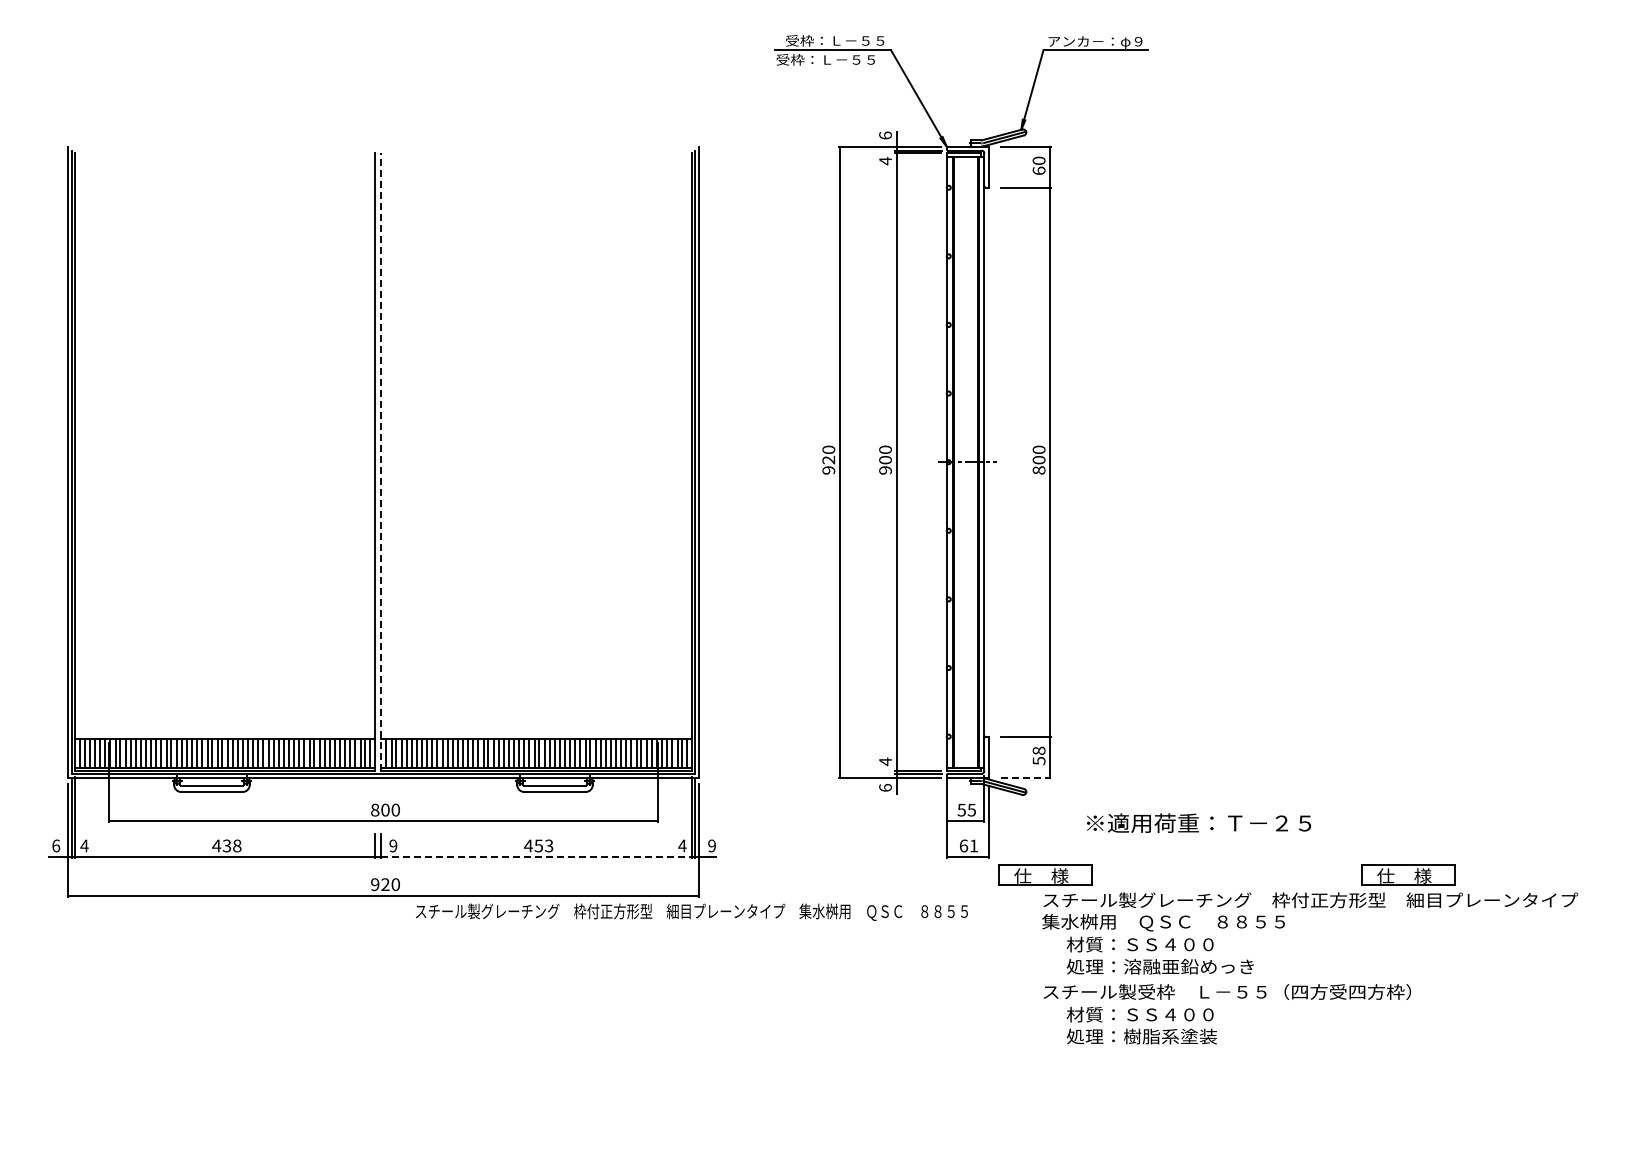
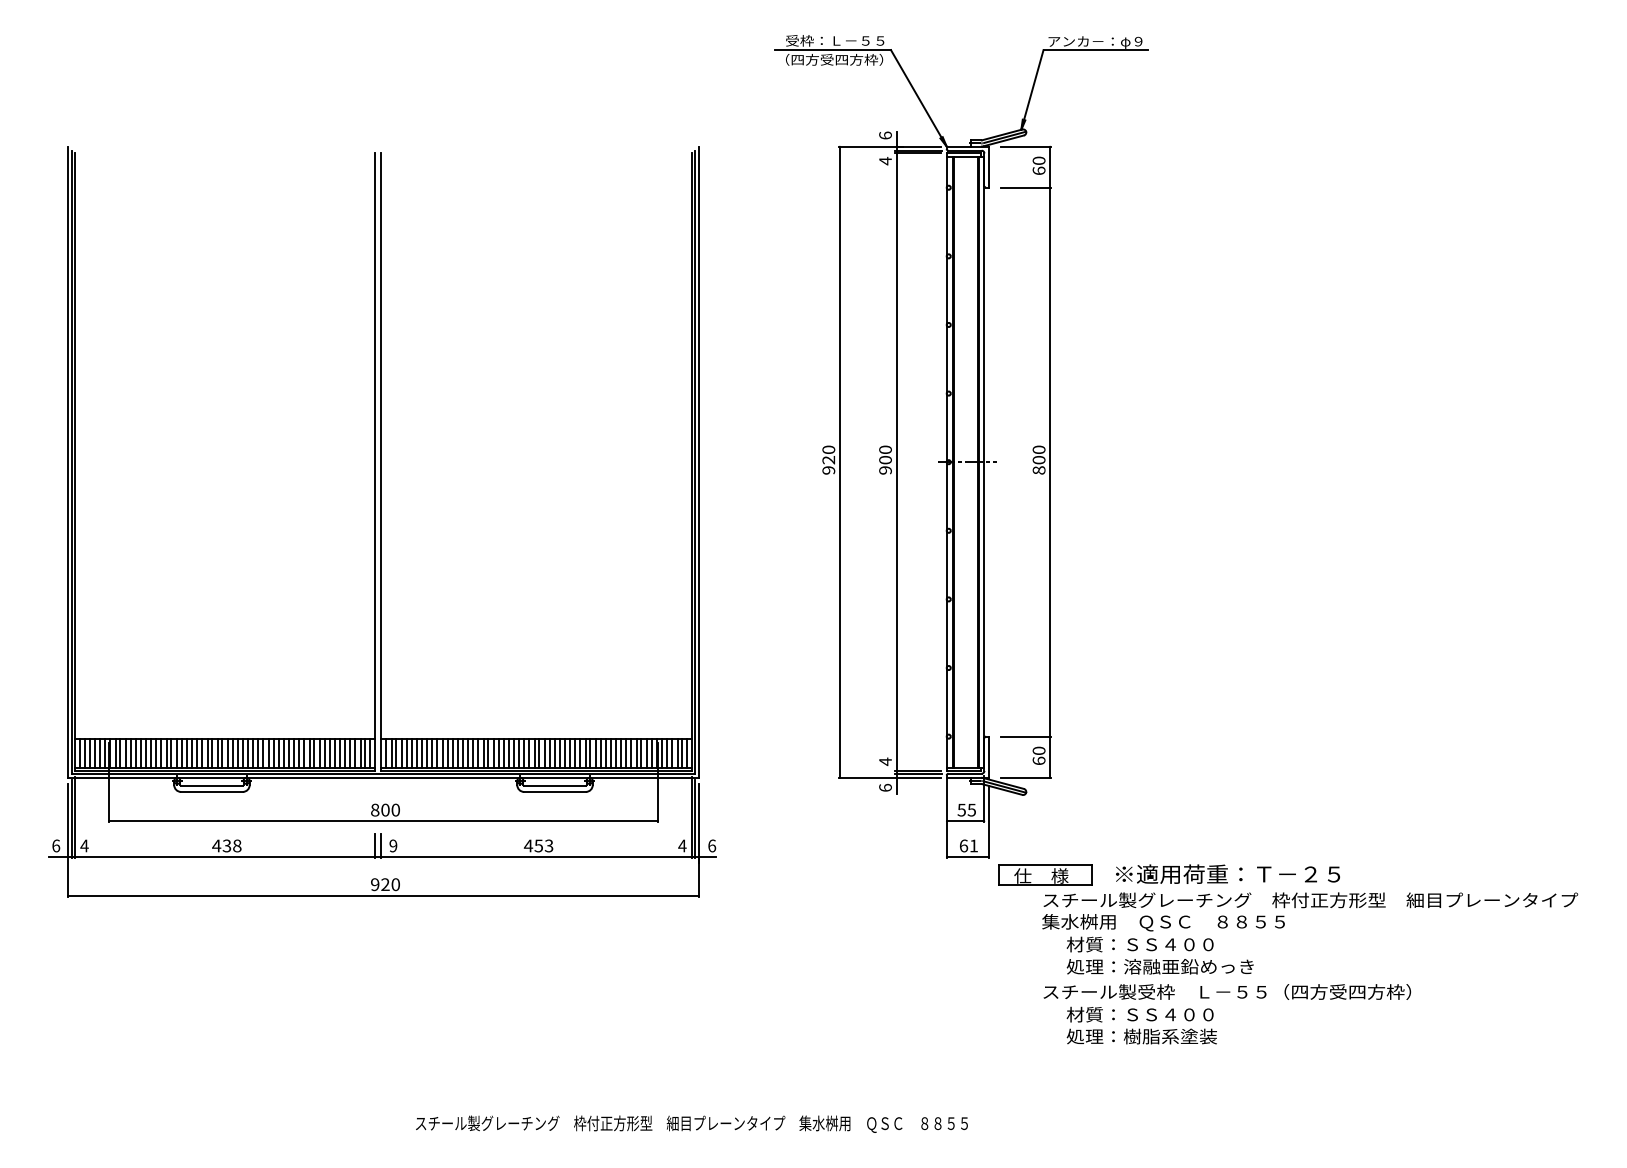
text at (829, 59): 受枠：Ｌ－５５ -> （四方受四方枠）
line at (381, 462): dashed -> solid
text at (1038, 755): 58 -> 60
line at (1026, 777): dashed -> solid
text at (1198, 822) position: (1198, 822) -> (1227, 873)
text at (712, 845): 9 -> 6
line at (537, 857): dashed -> solid
part at (1408, 874): present -> none
text at (691, 911) position: (691, 911) -> (691, 1123)
